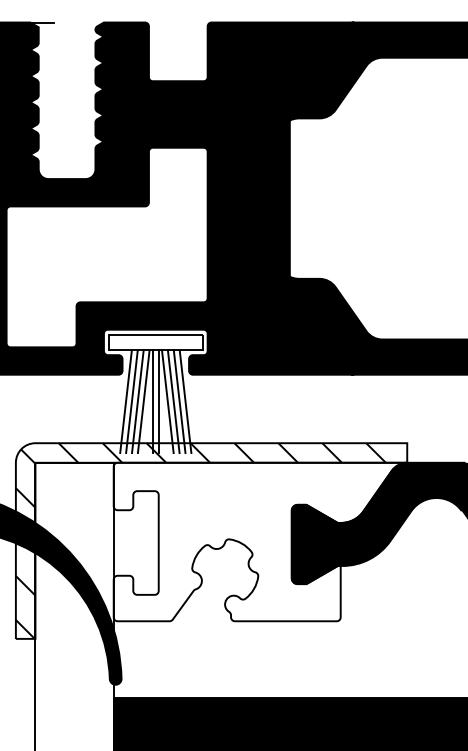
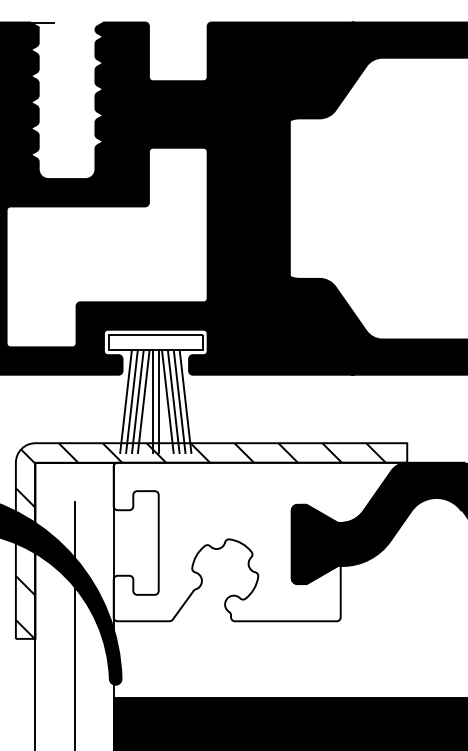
line at (74, 624): none -> present
